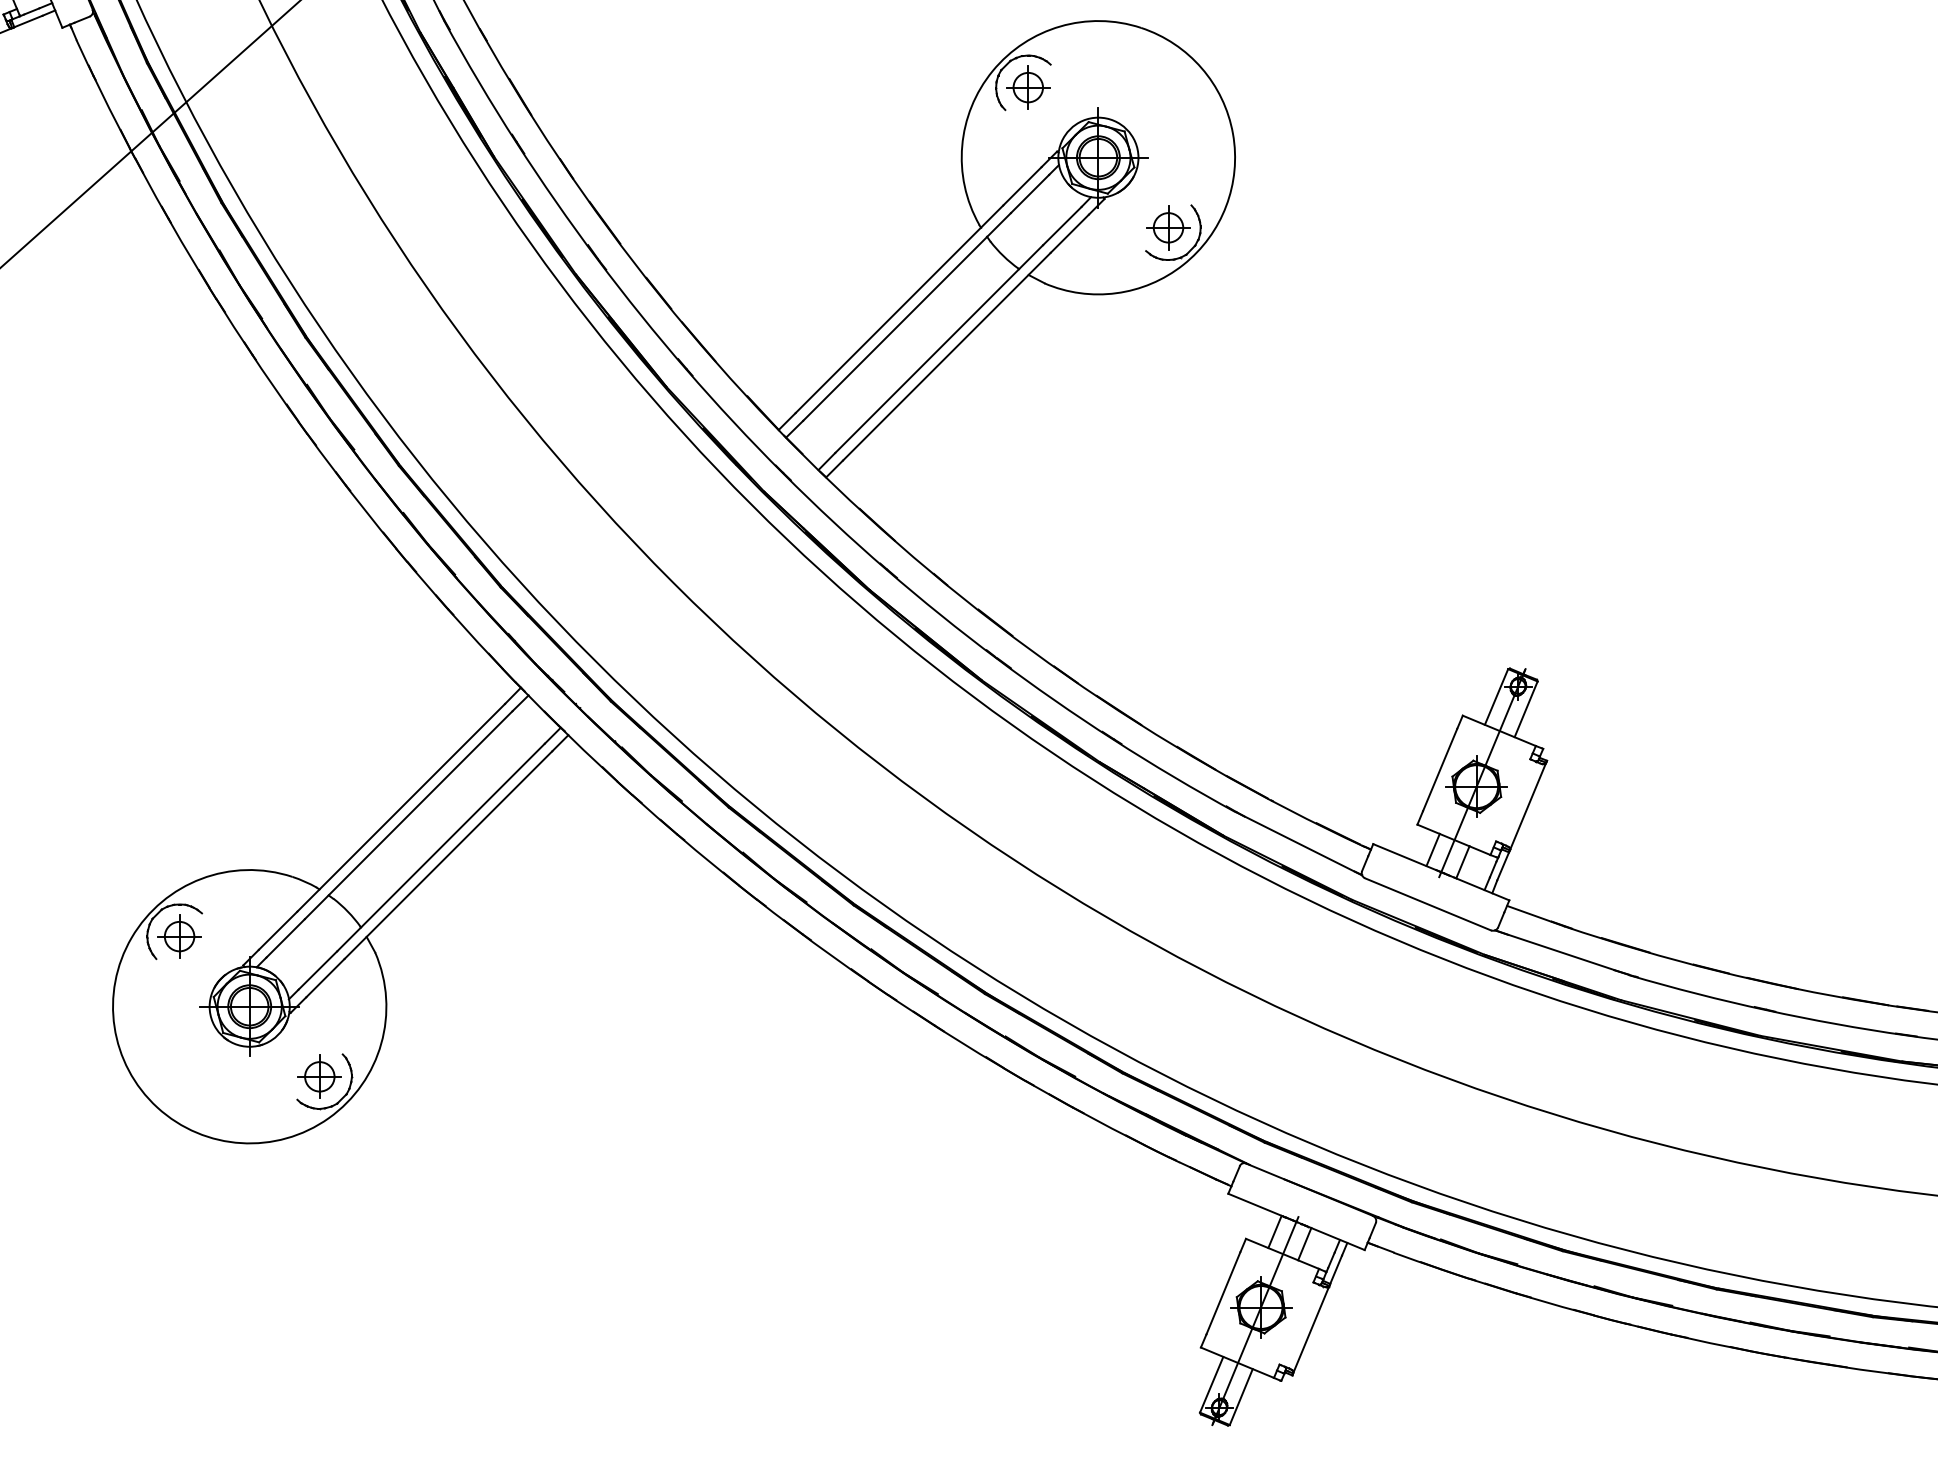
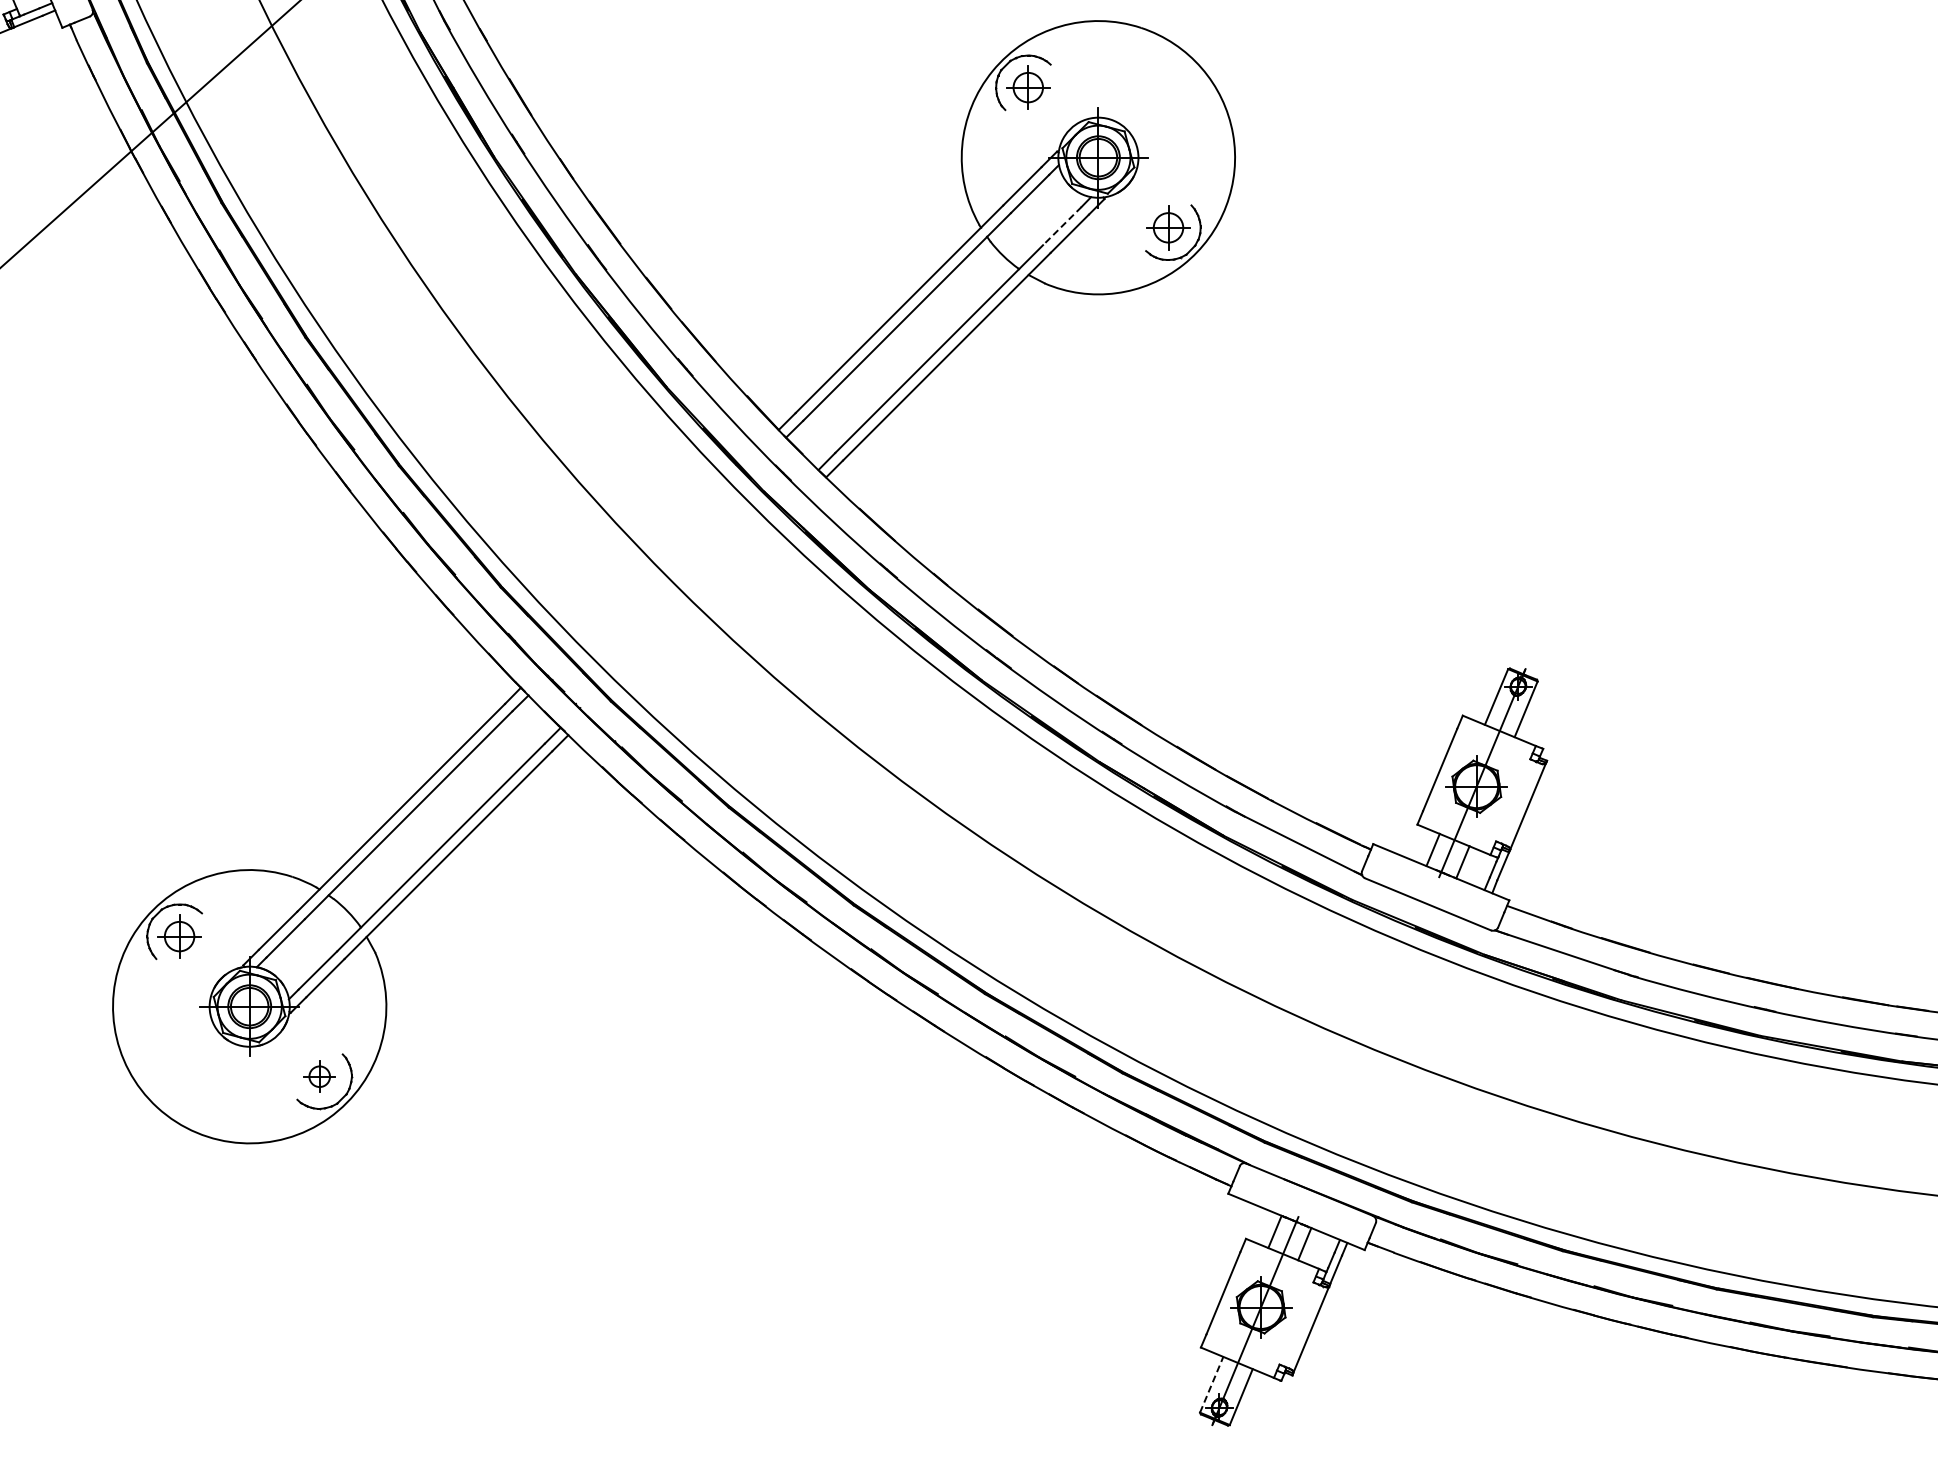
line at (1061, 226): solid -> dashed
part at (319, 1076) size: 45x45 px -> 33x33 px
line at (1211, 1384): solid -> dashed
